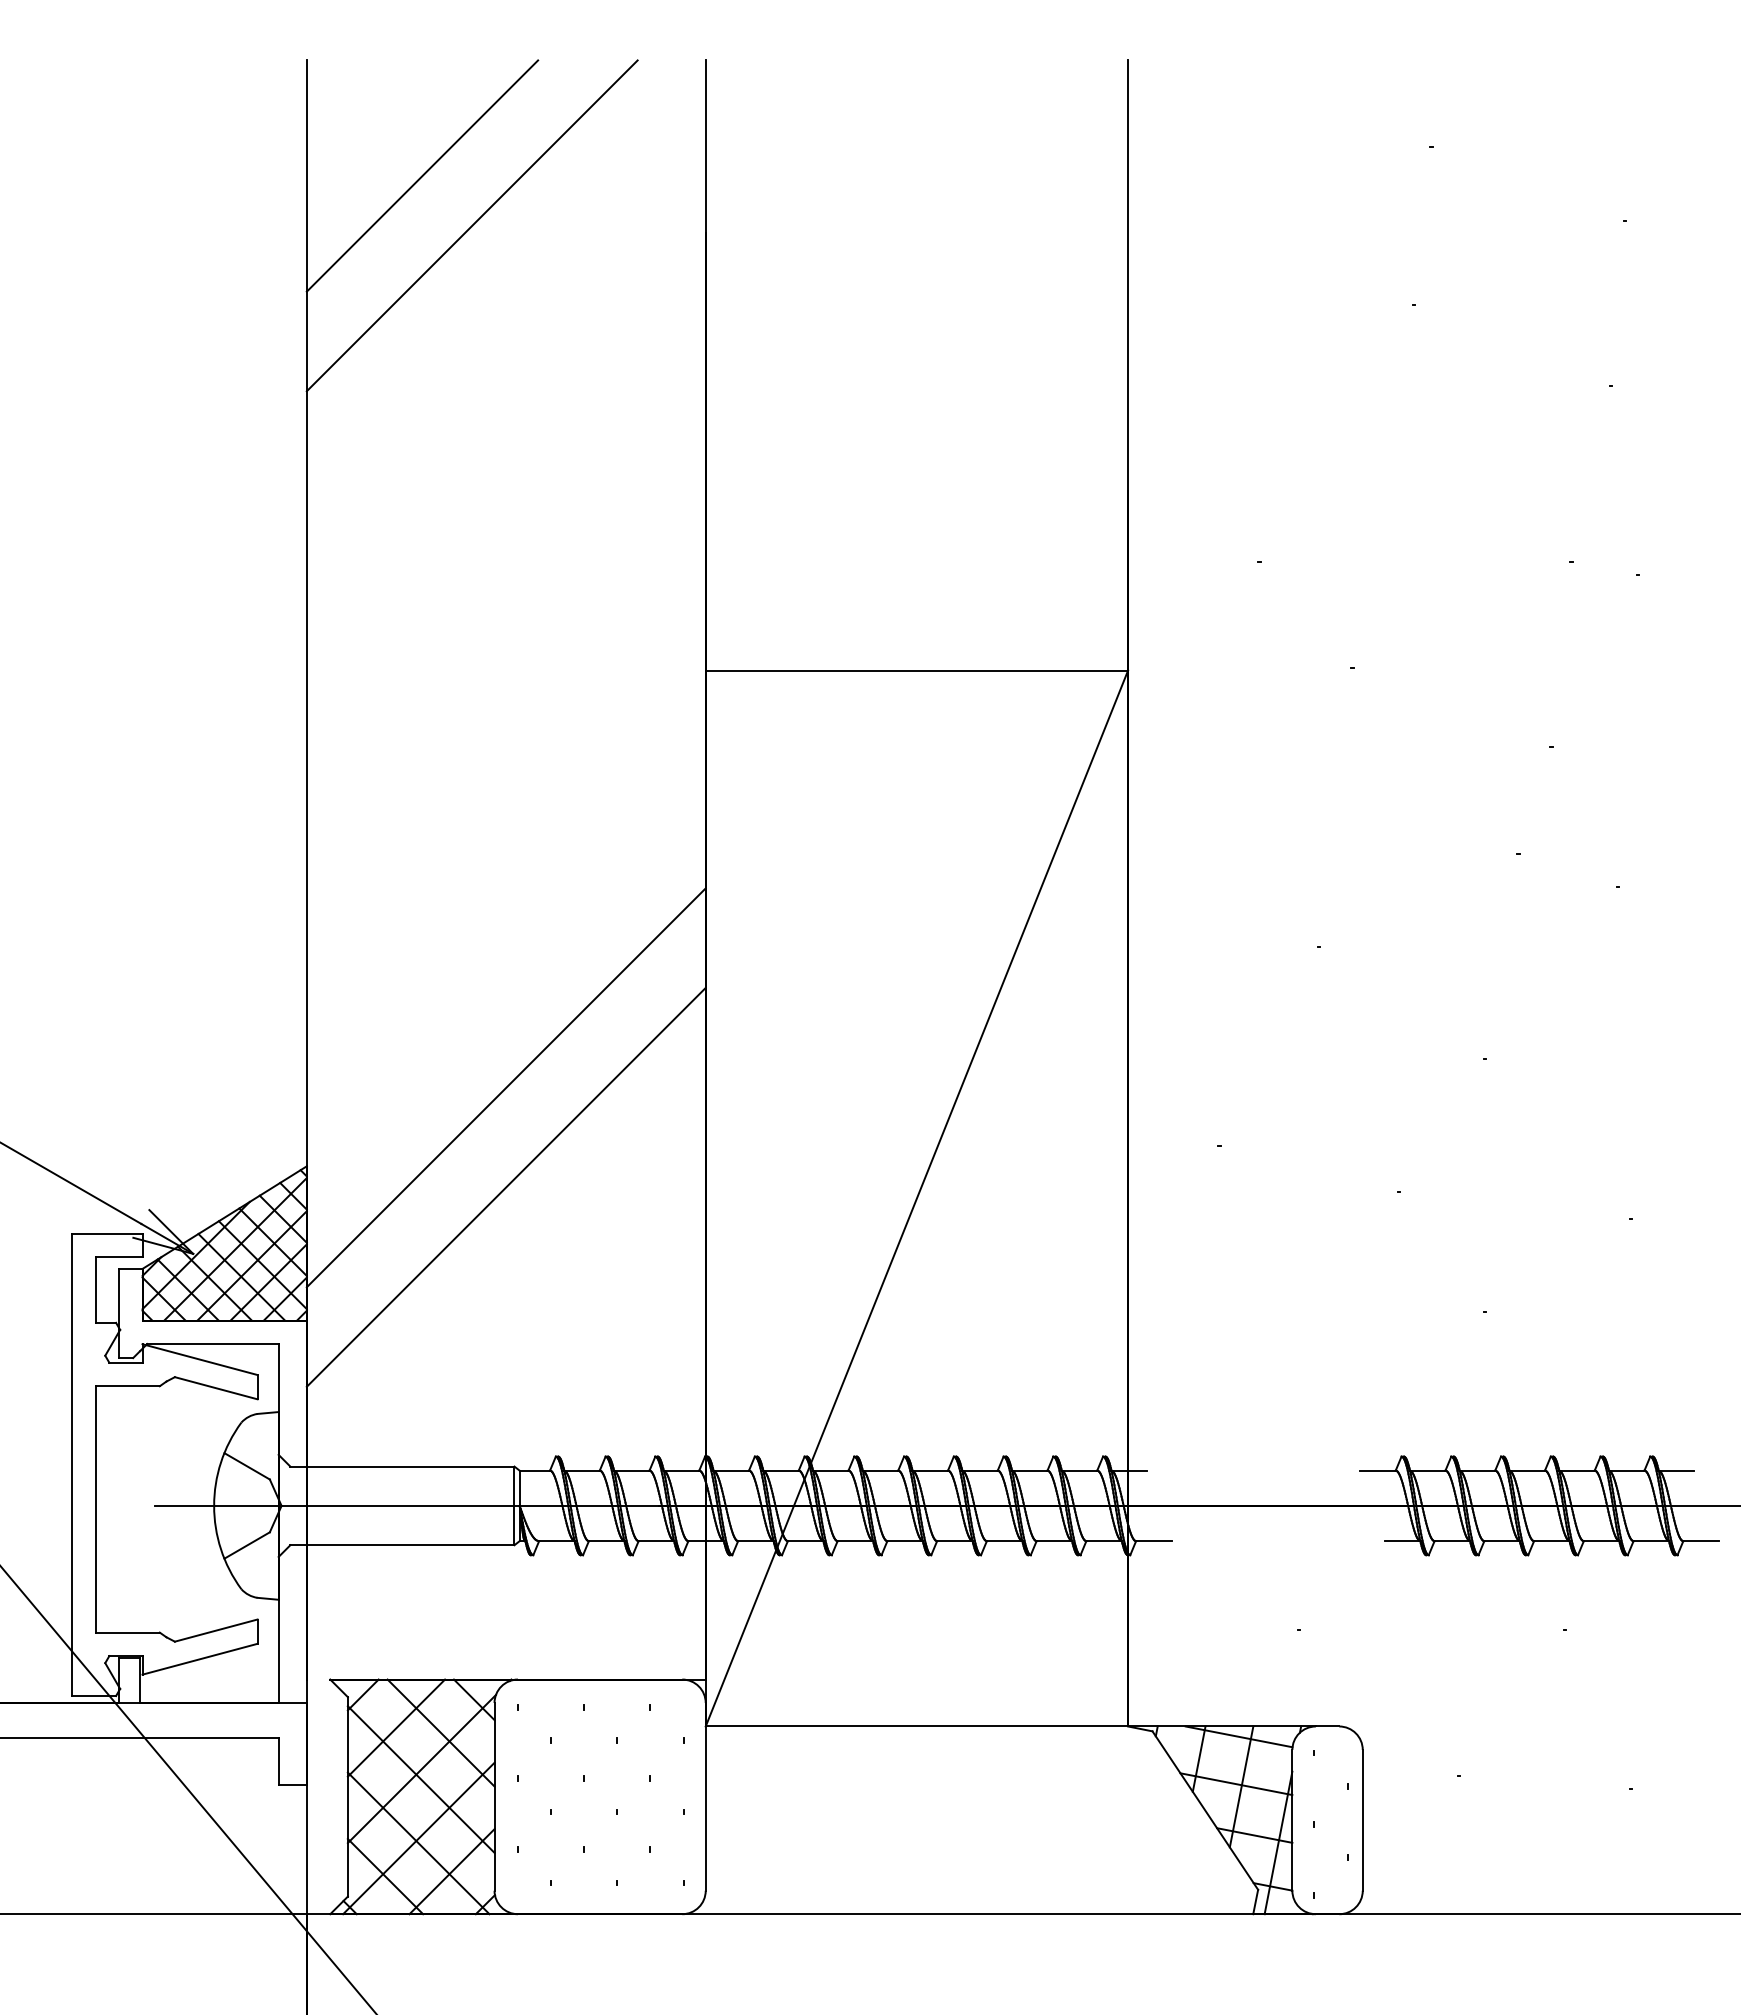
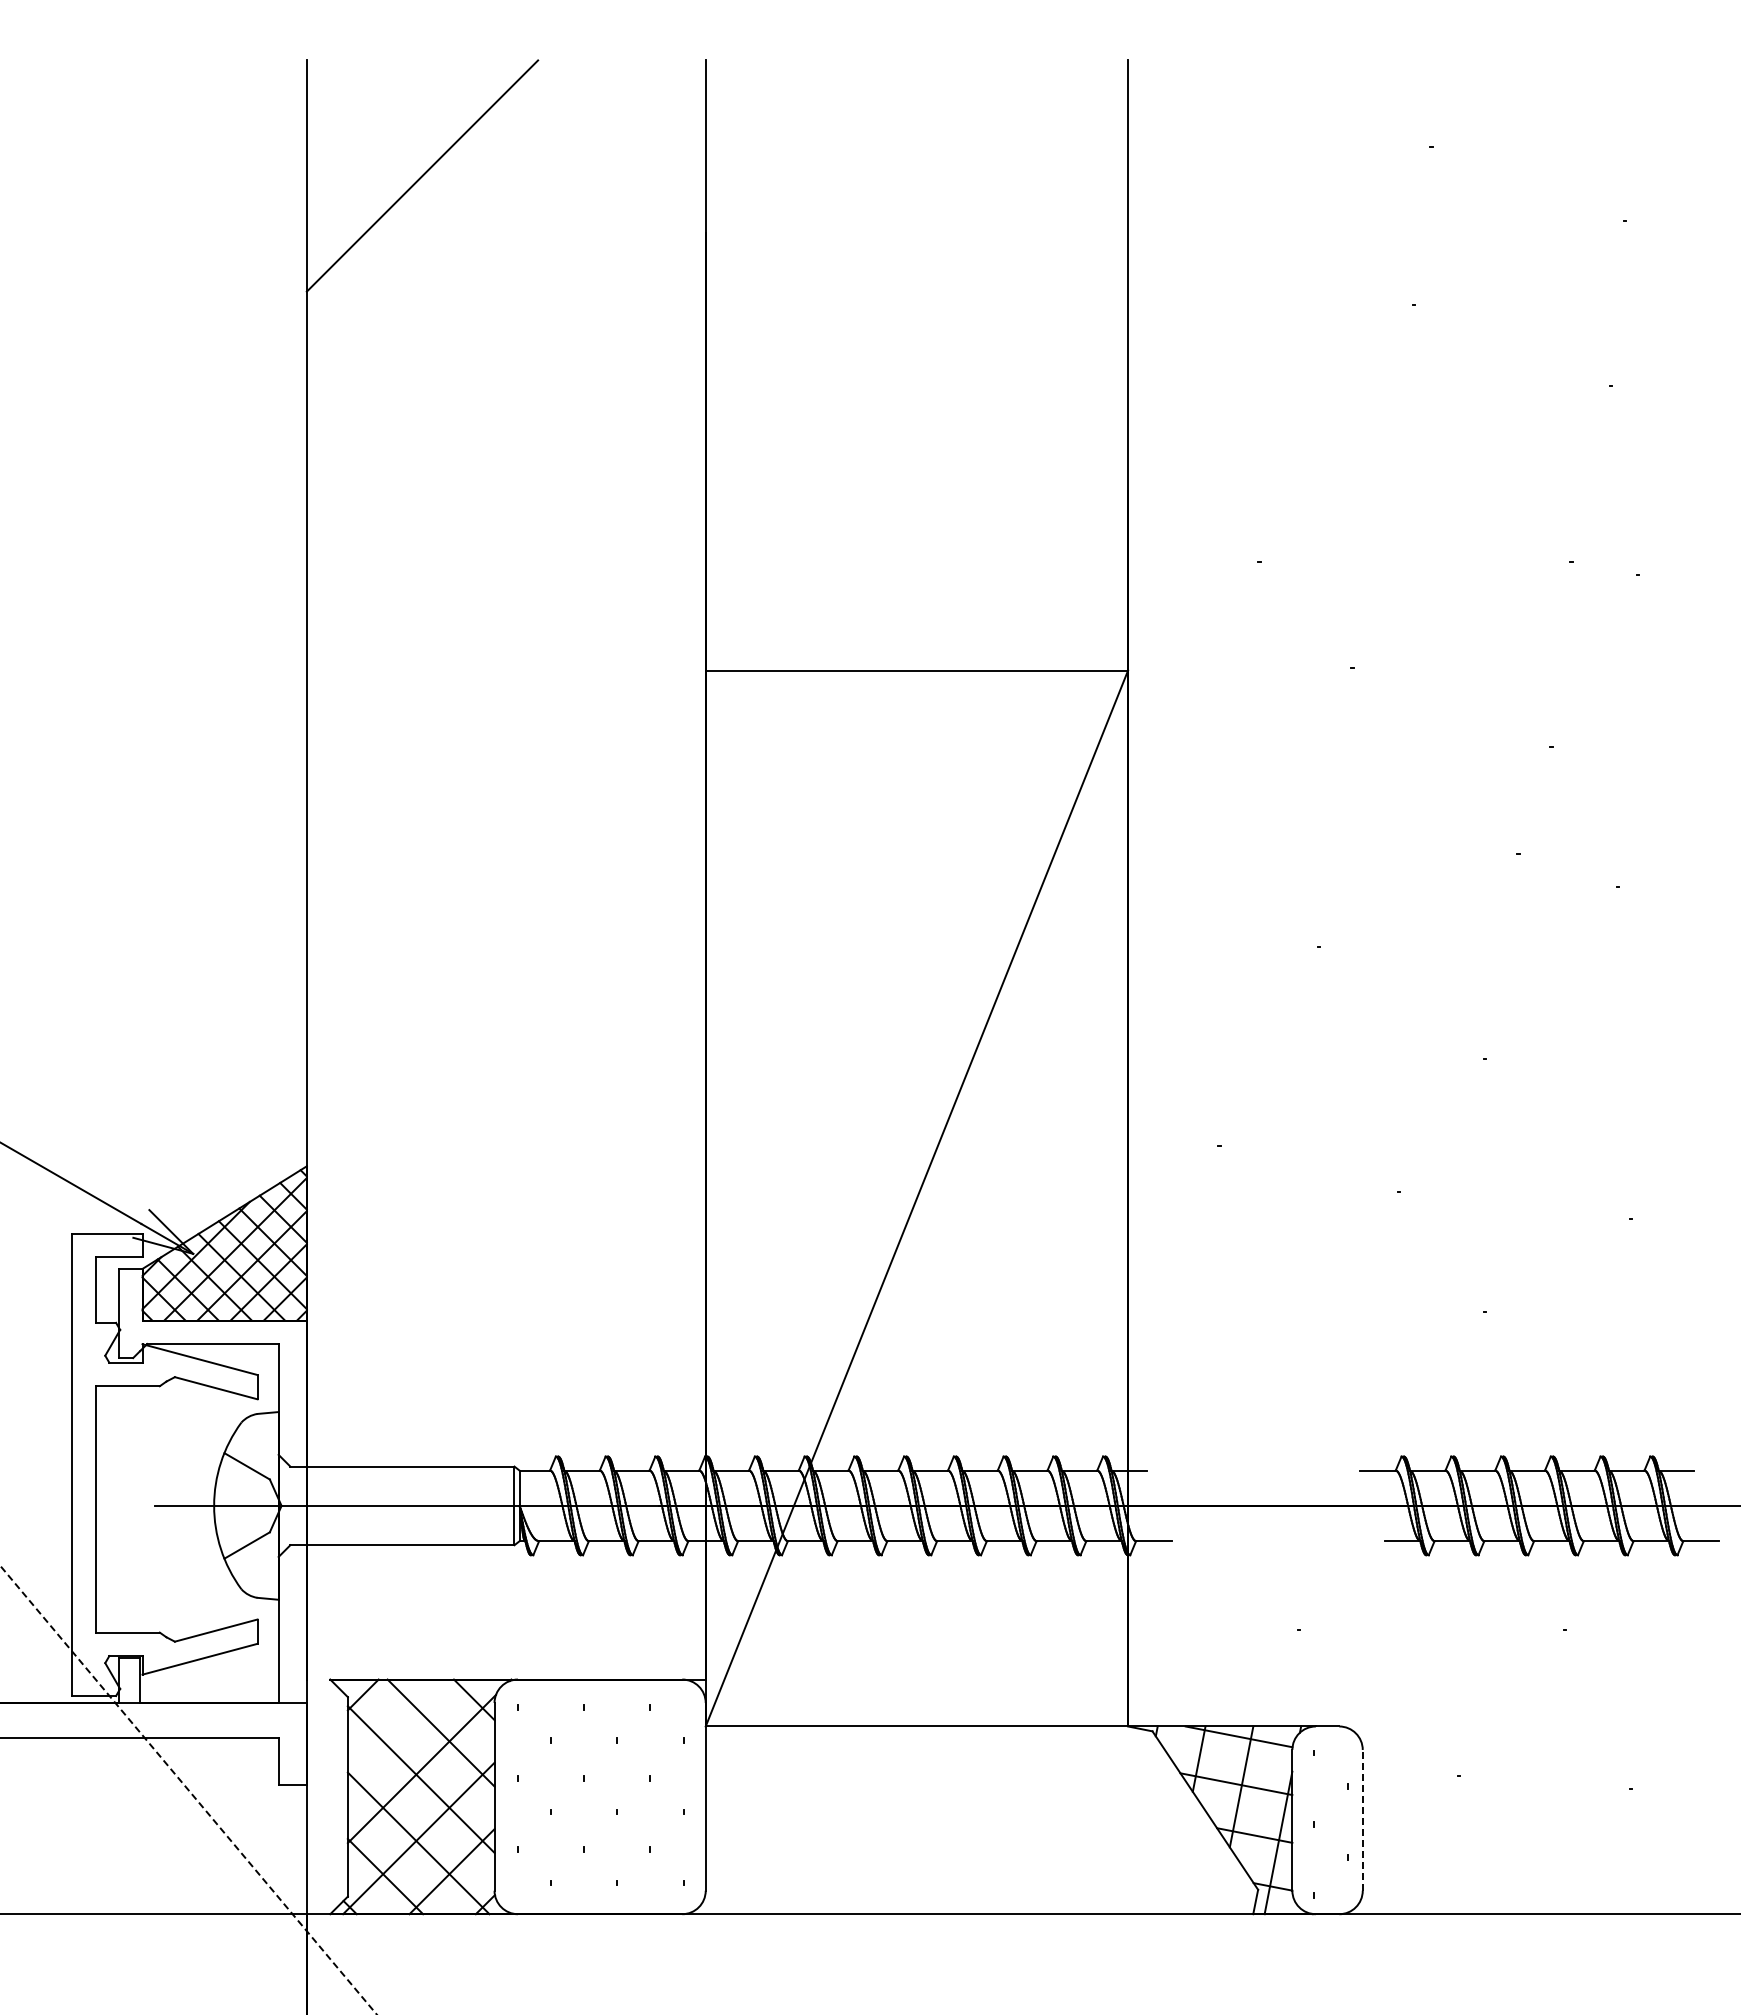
line at (471, 225): present -> none
line at (505, 1087): present -> none
line at (505, 1186): present -> none
line at (396, 1727): present -> none
line at (188, 1790): solid -> dashed
line at (1362, 1819): solid -> dashed
